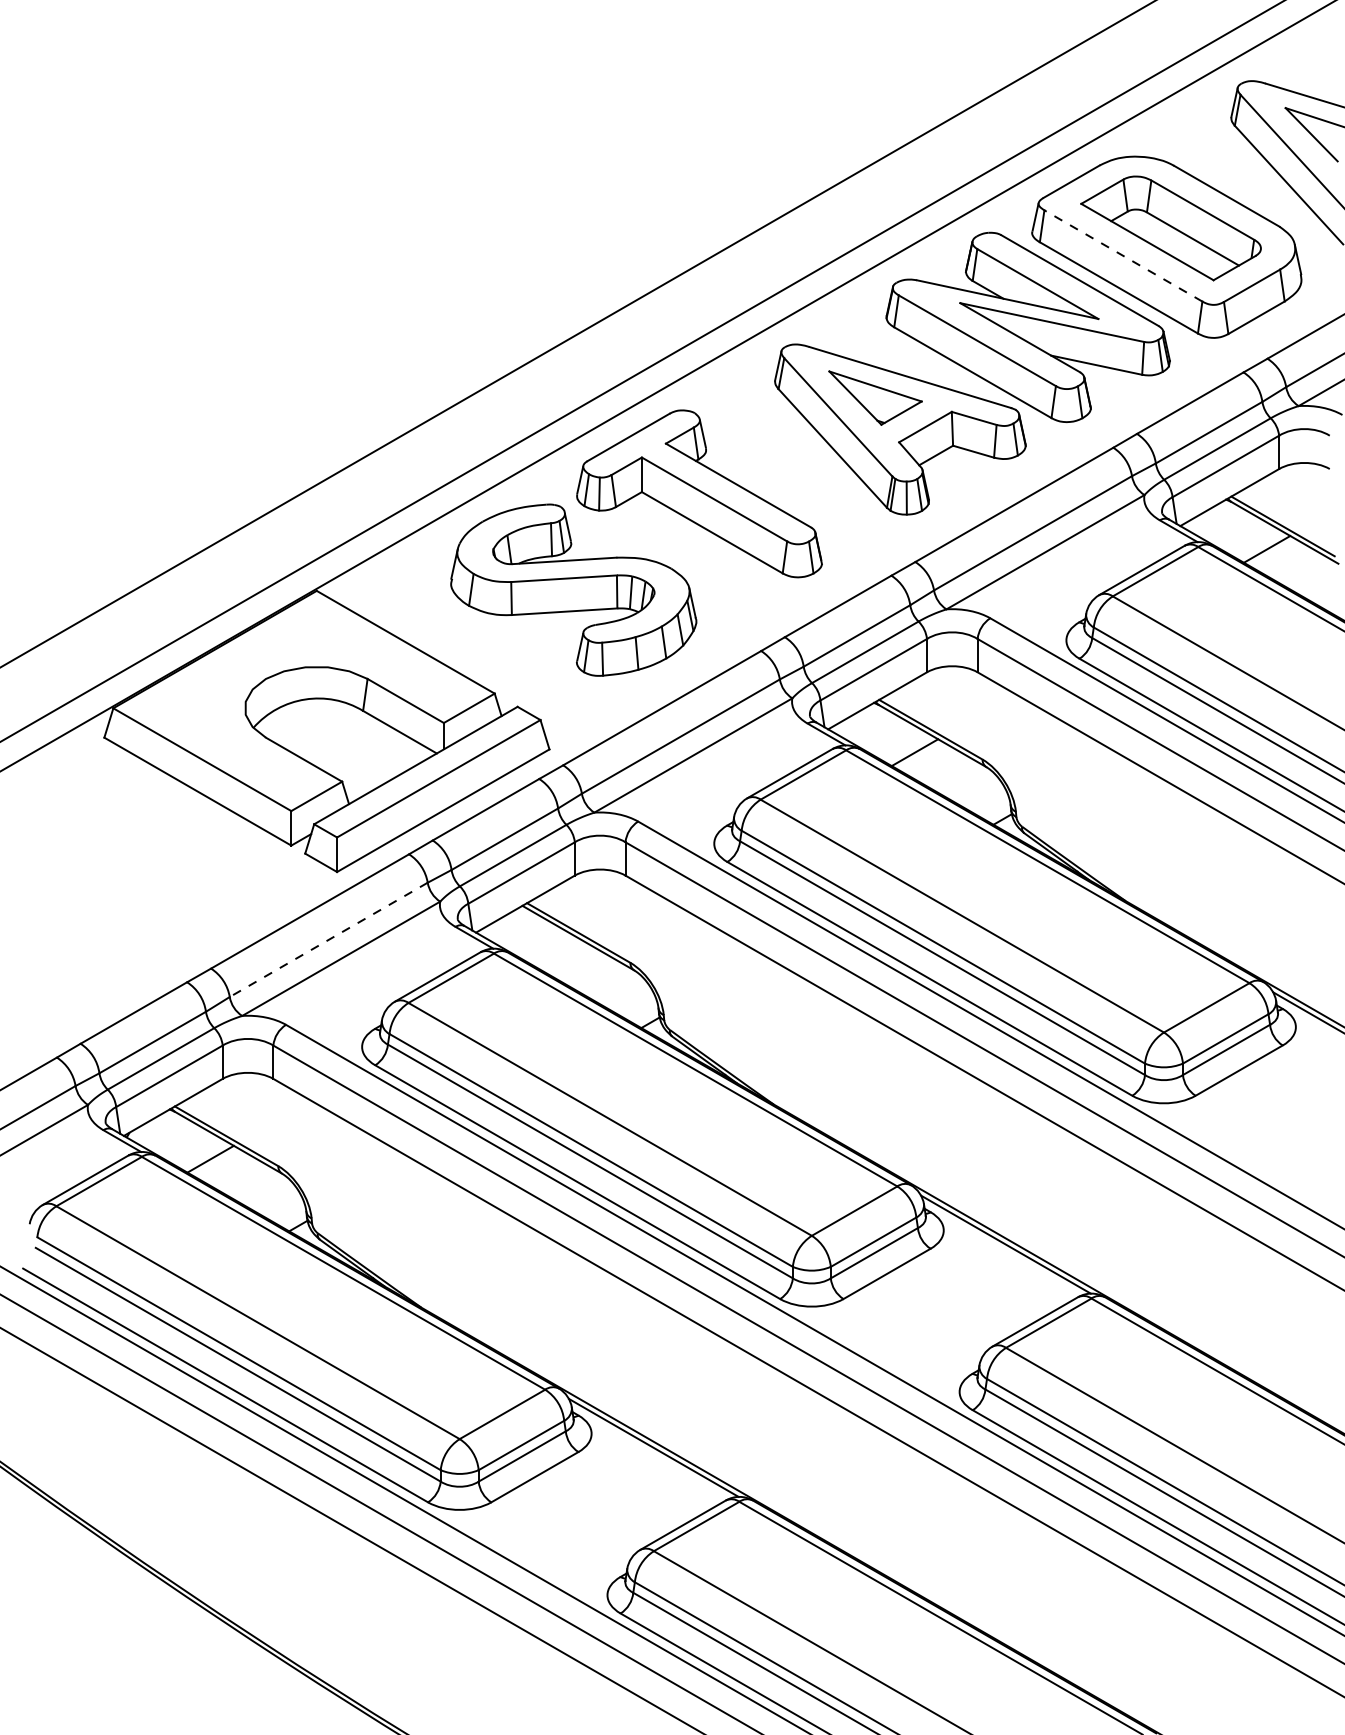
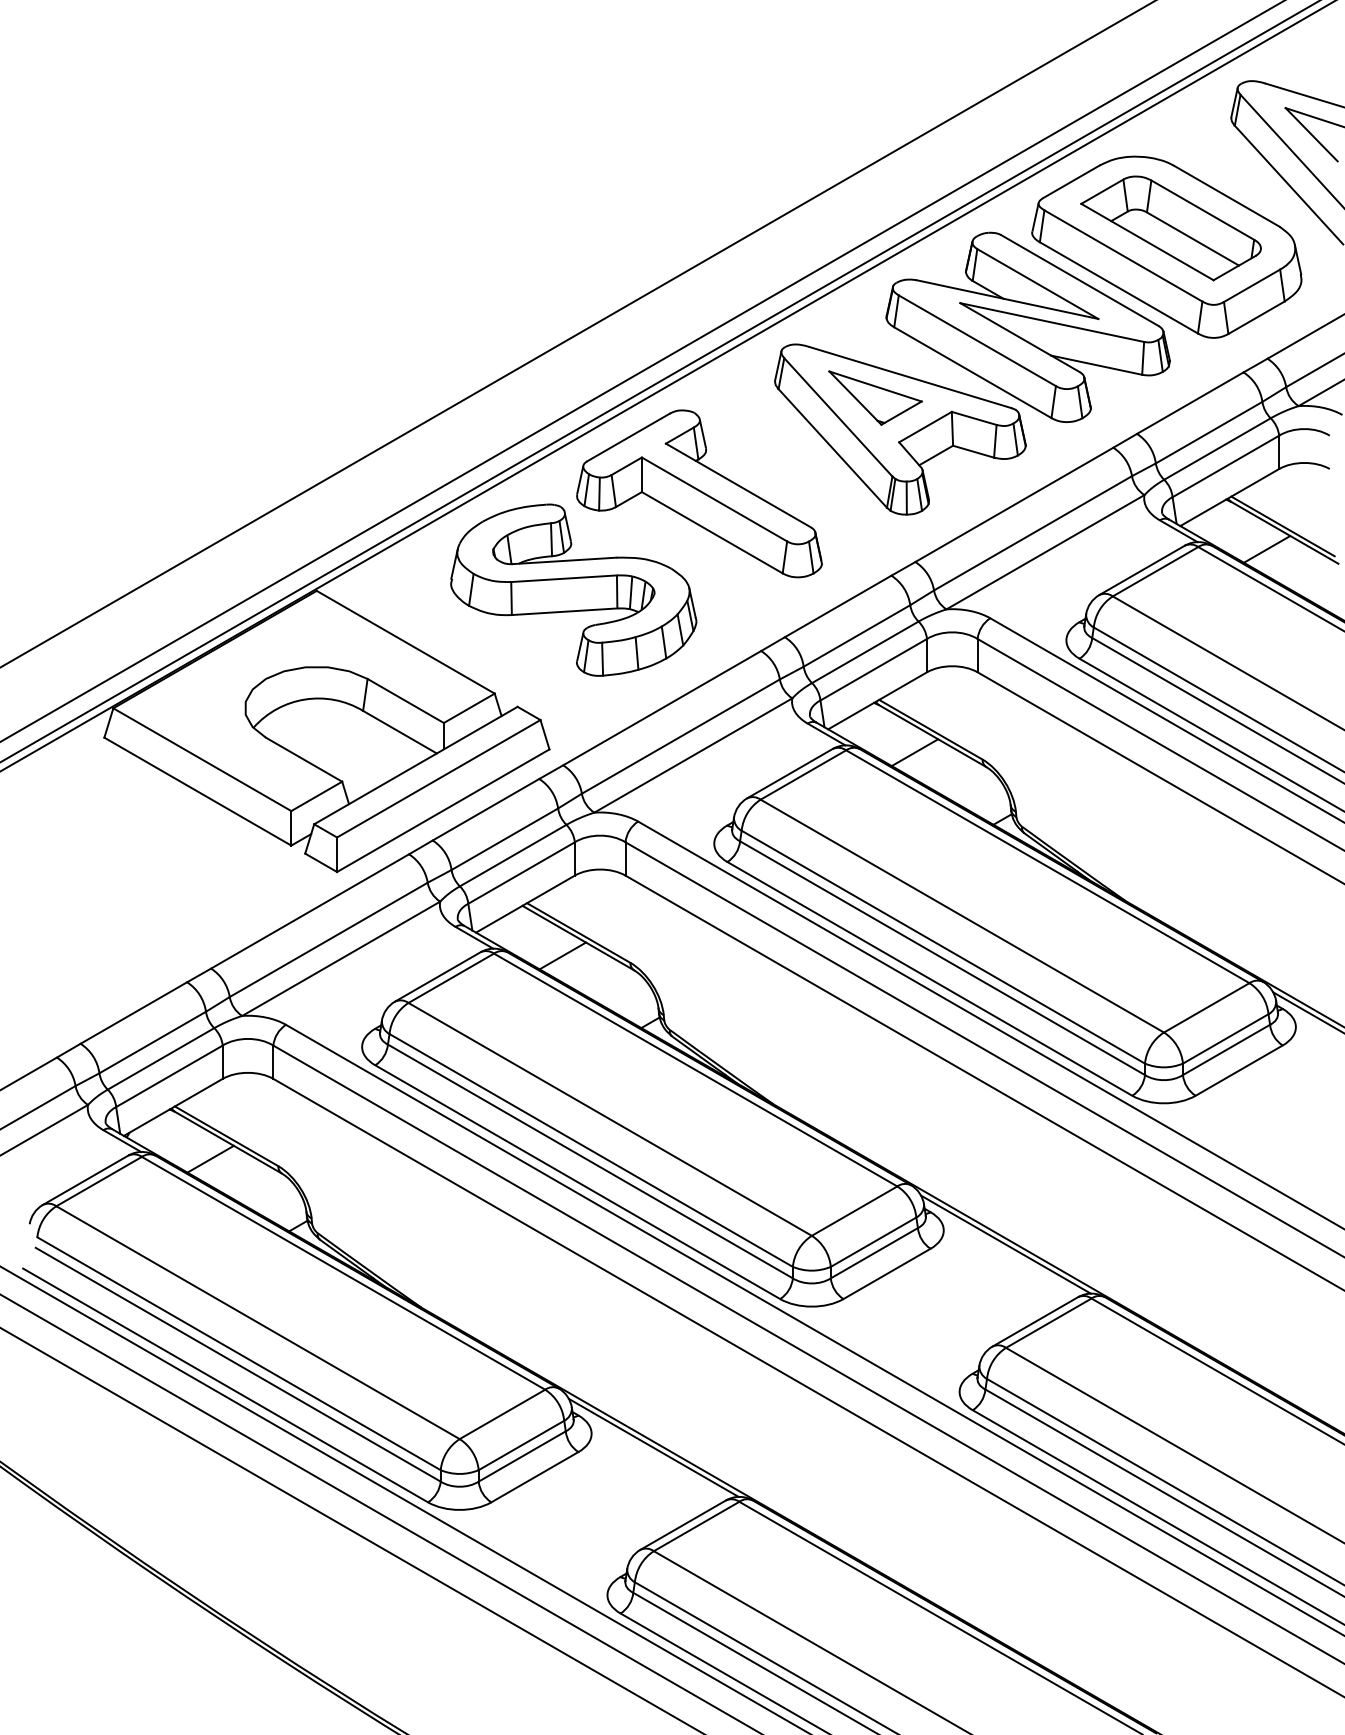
line at (1122, 255): dashed -> solid
line at (659, 381): none -> present
line at (328, 940): dashed -> solid
line at (562, 955): none -> present
